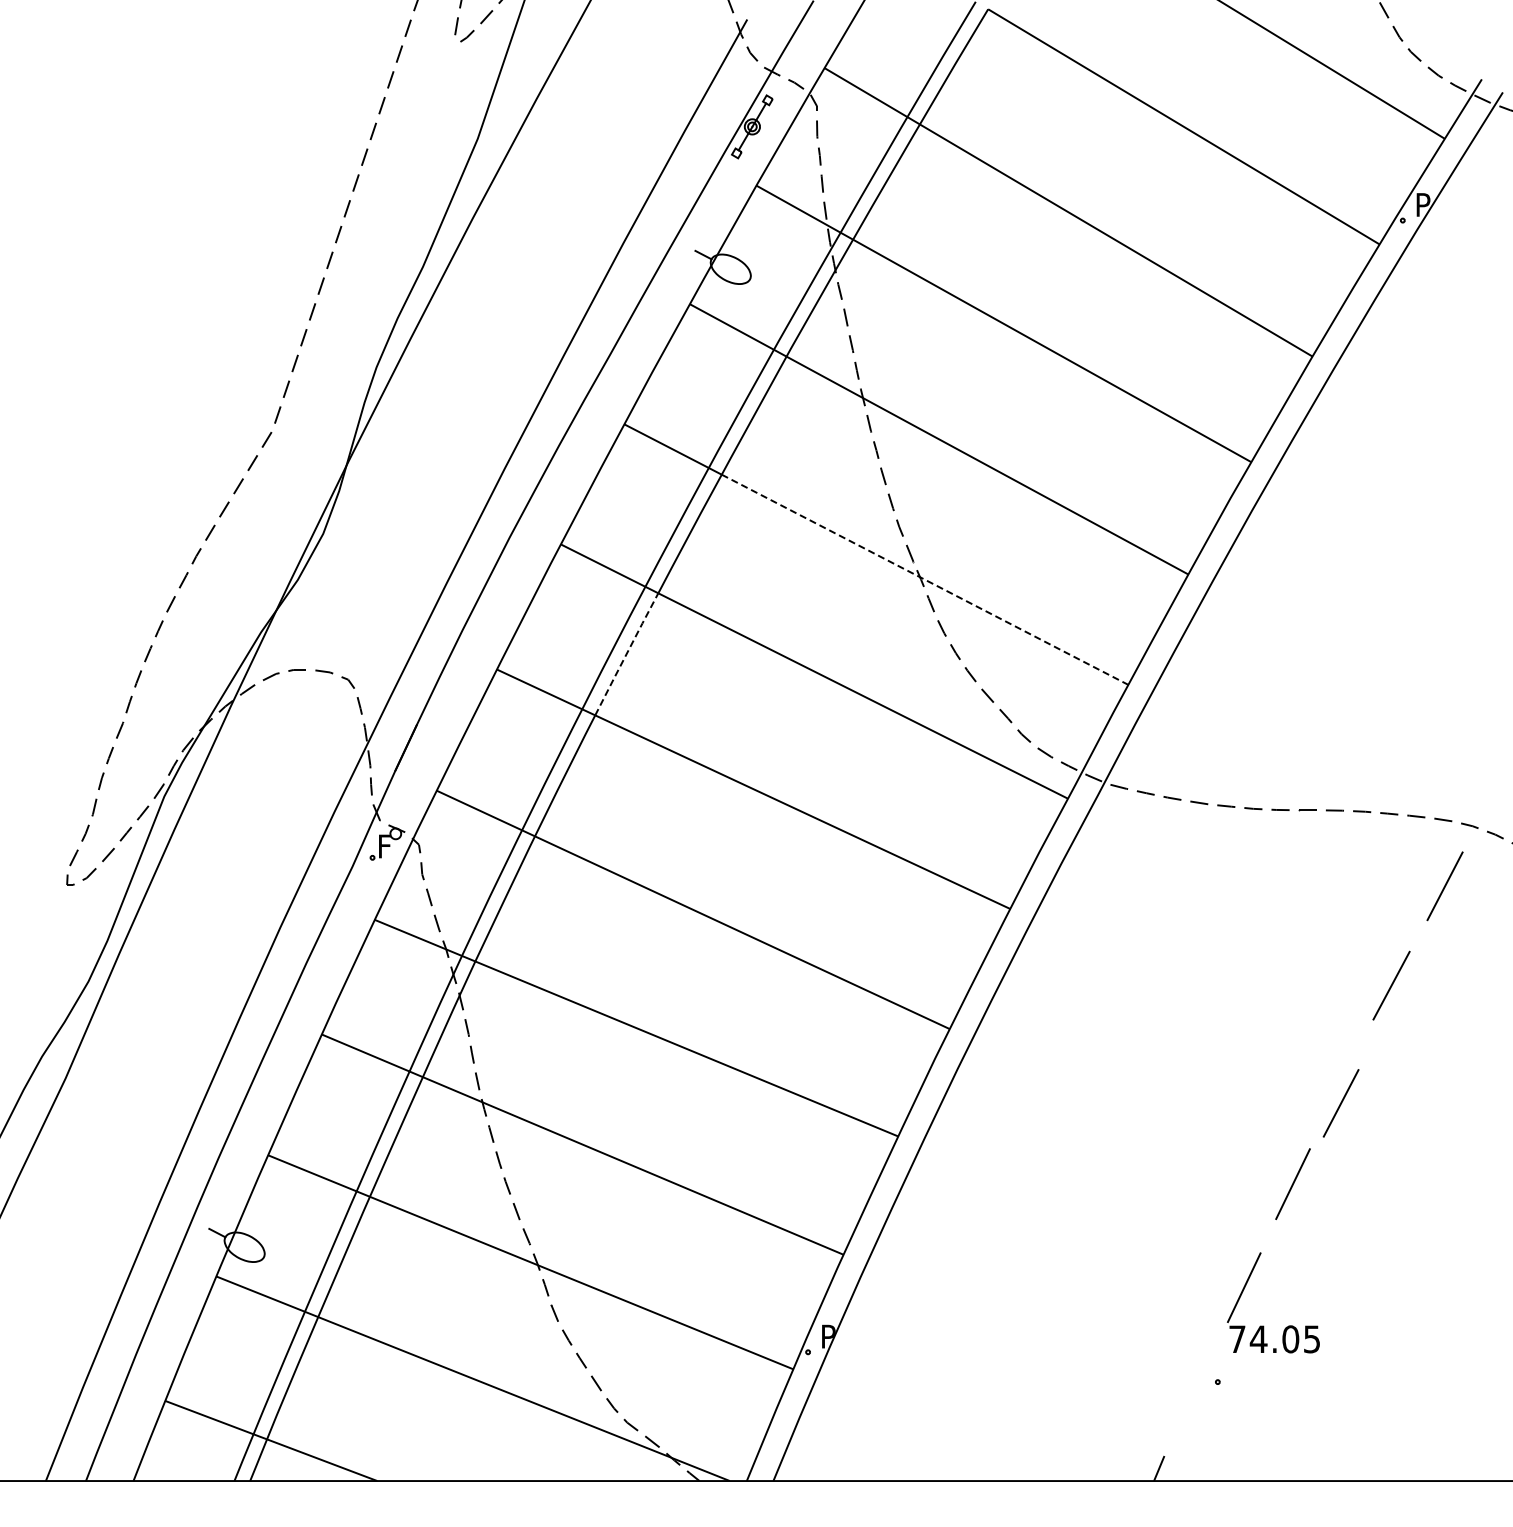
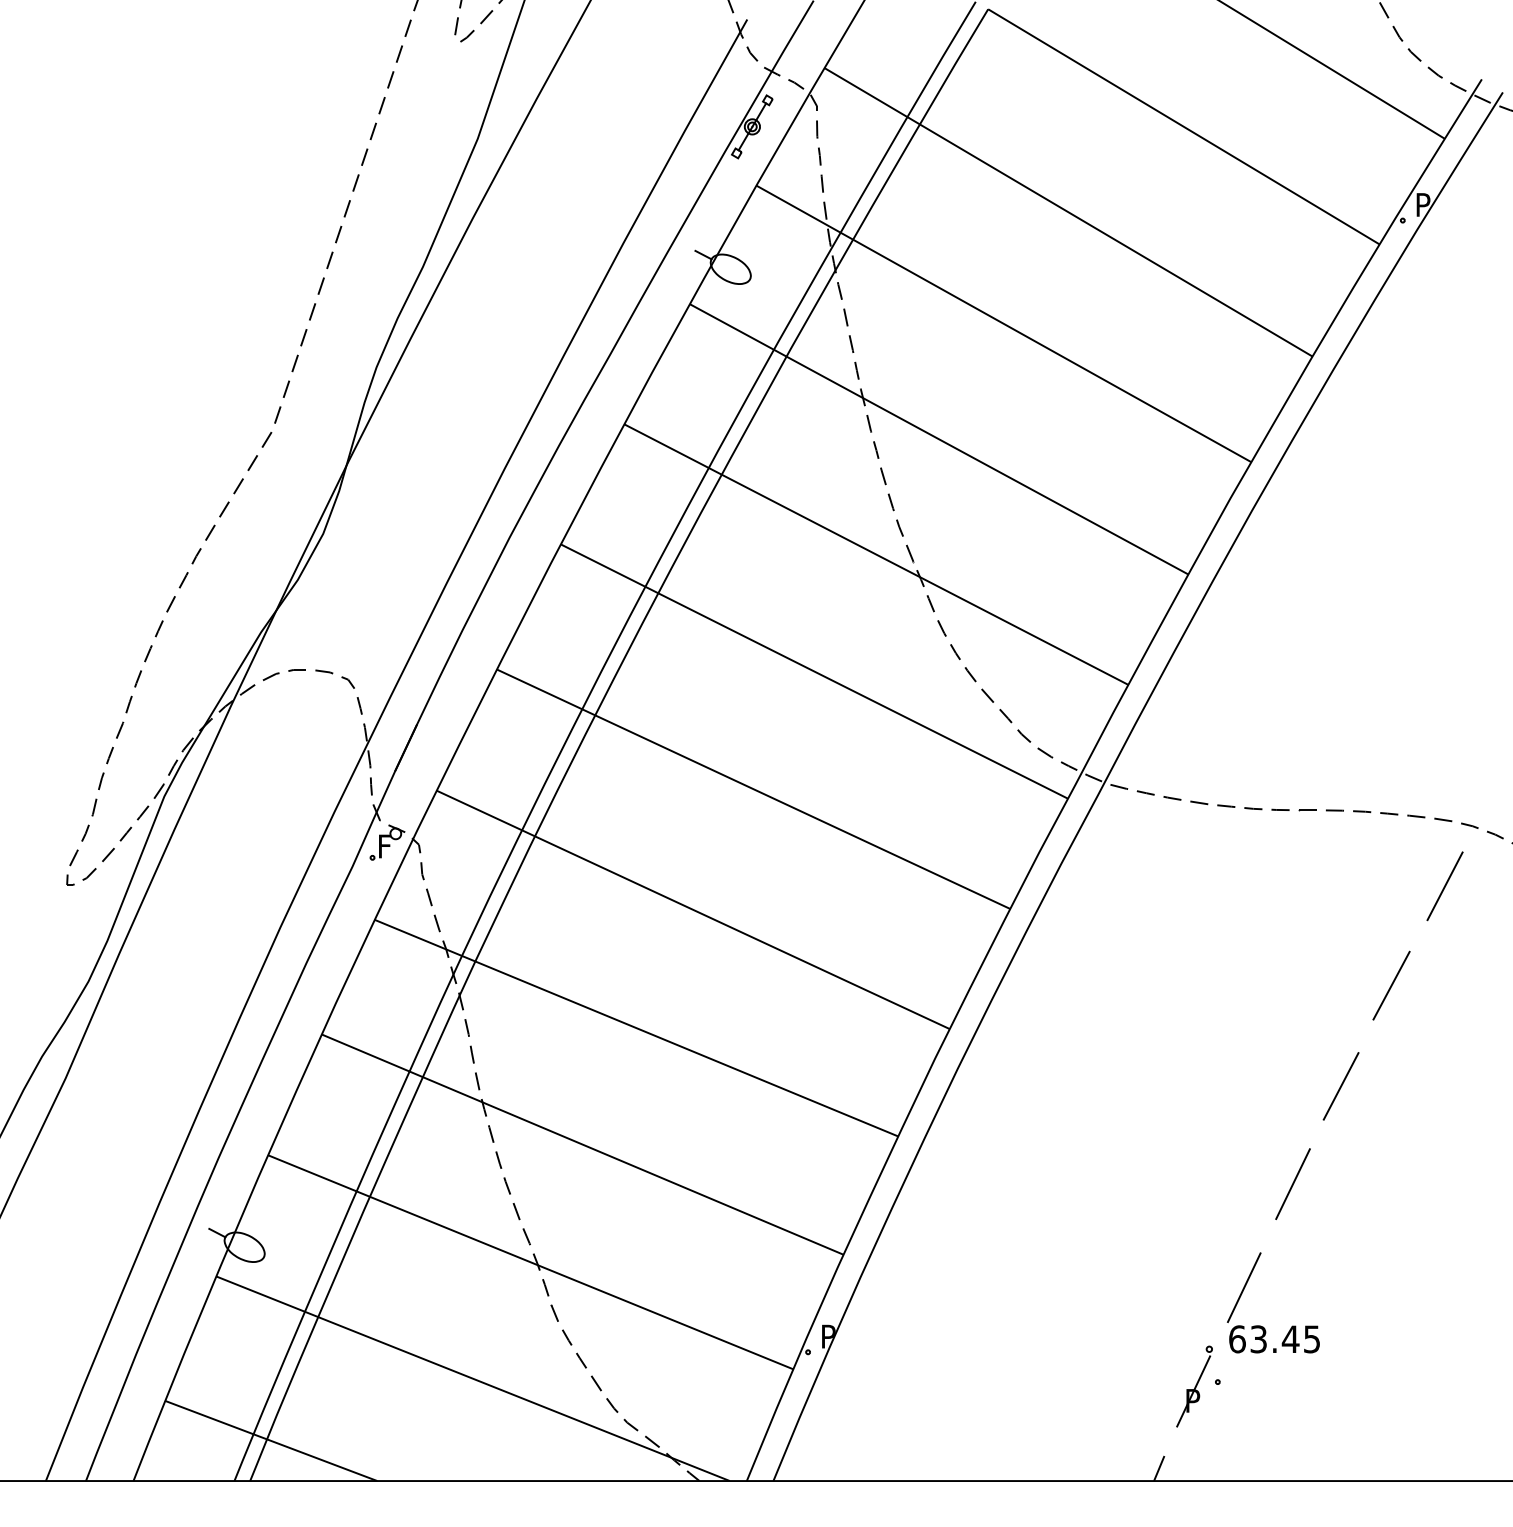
line at (924, 579): dashed -> solid
line at (626, 653): dashed -> solid
line at (1340, 1103) position: (1340, 1103) -> (1340, 1086)
text at (1264, 1339): 74.05 -> 63.45
part at (1194, 1386): none -> present
